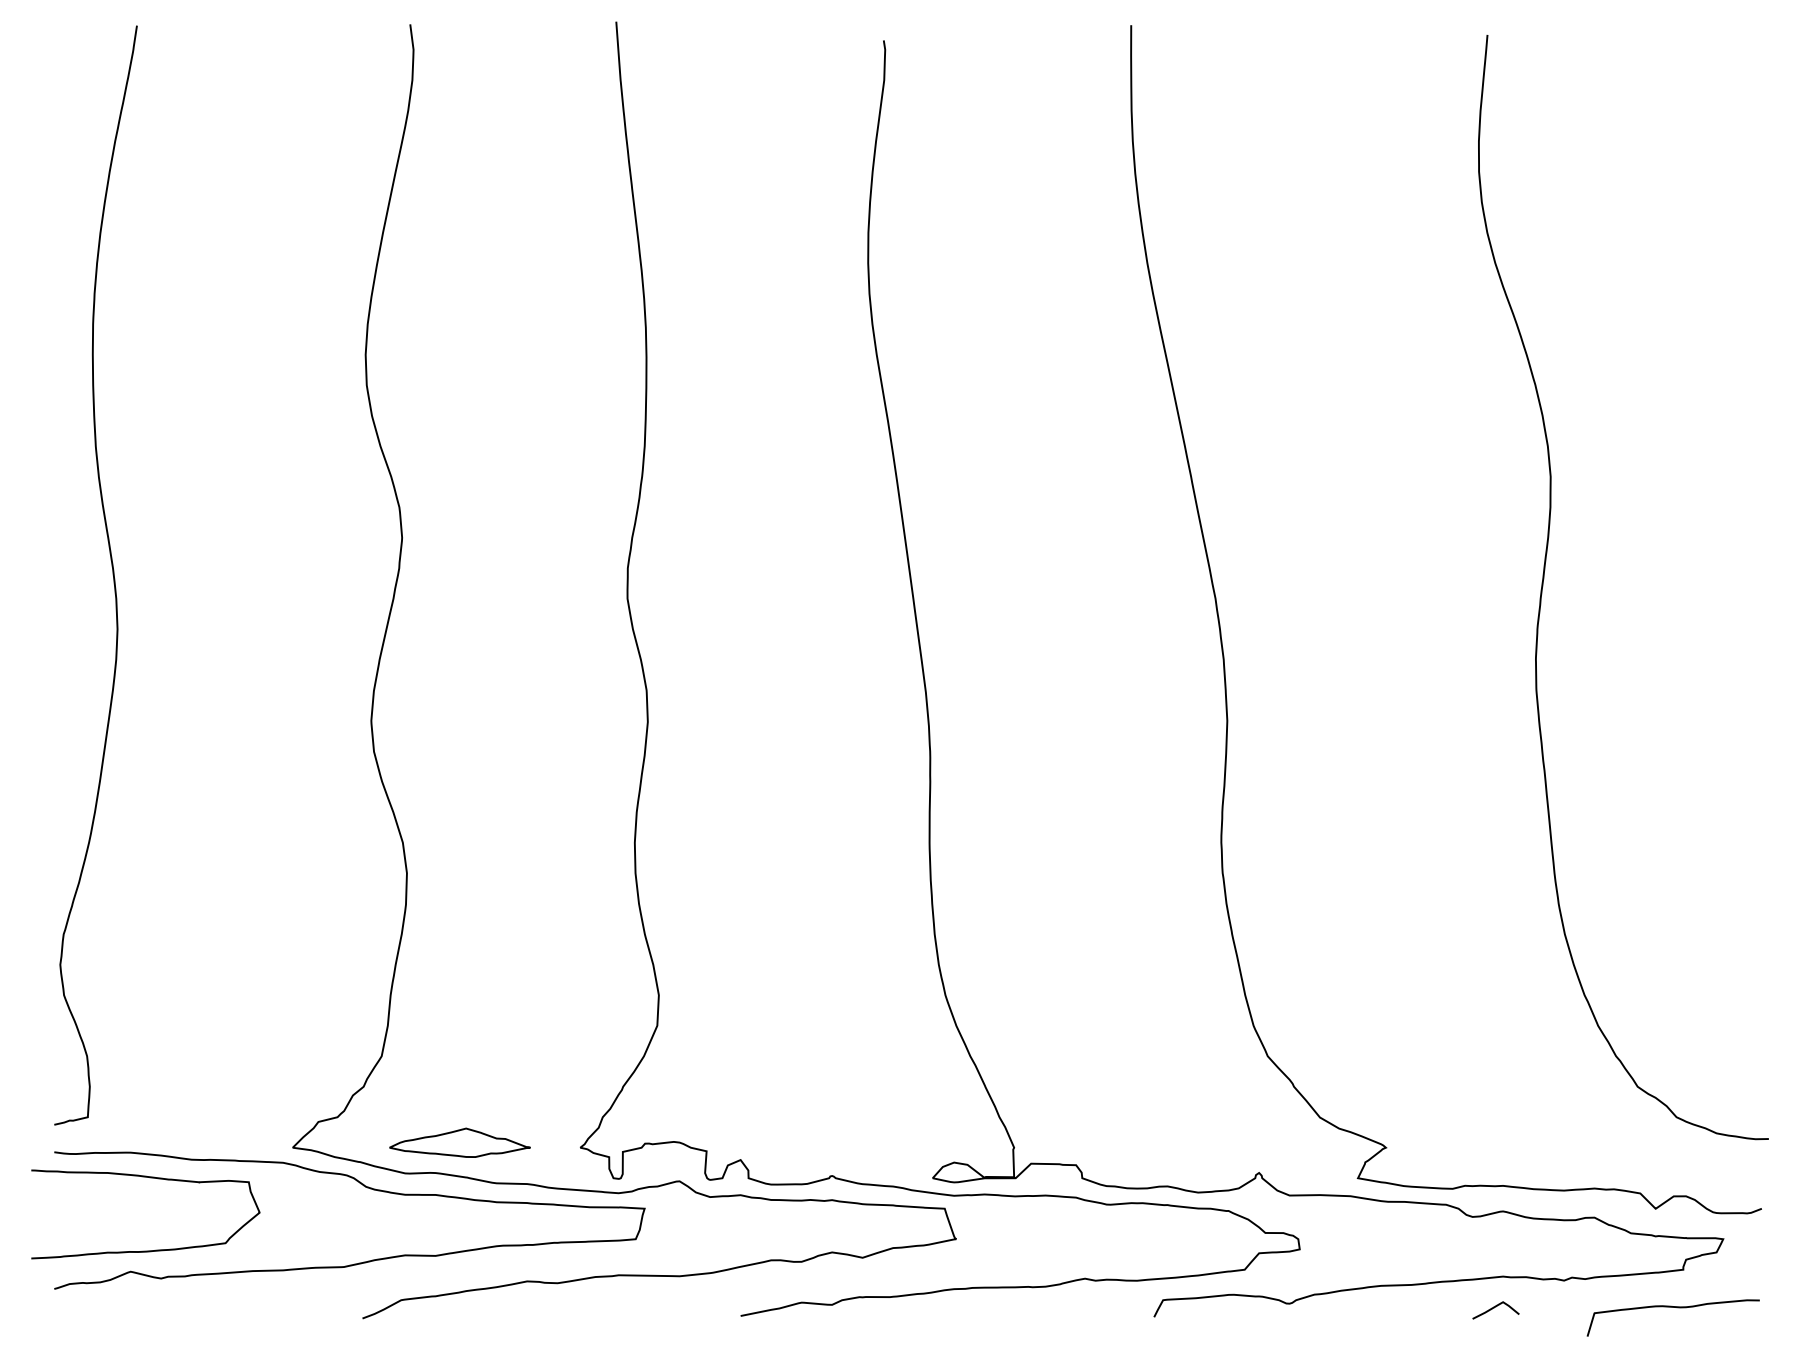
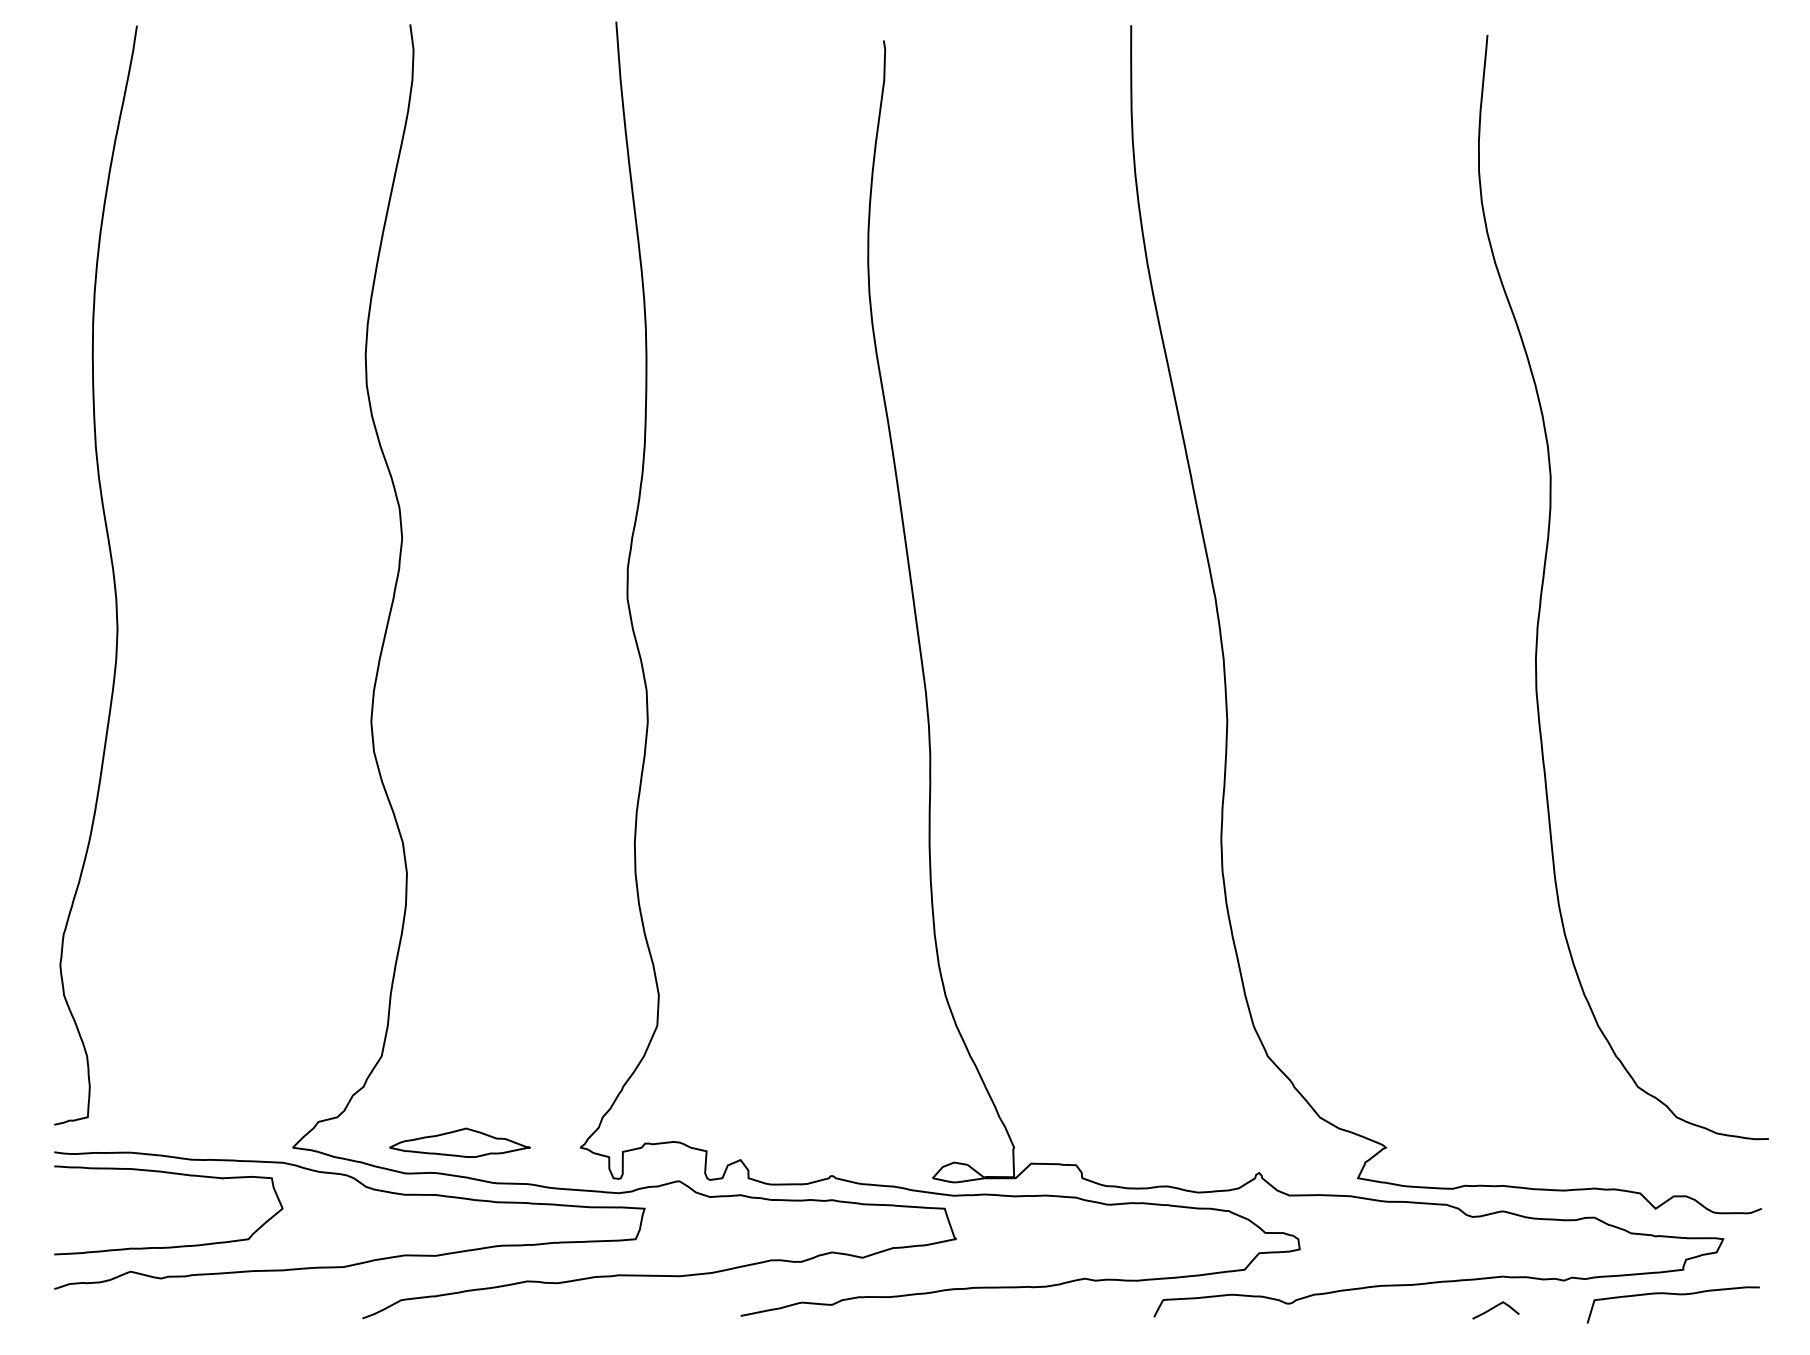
curve at (145, 1250) position: (145, 1250) -> (168, 1246)
curve at (1672, 1307) position: (1672, 1307) -> (1672, 1294)
